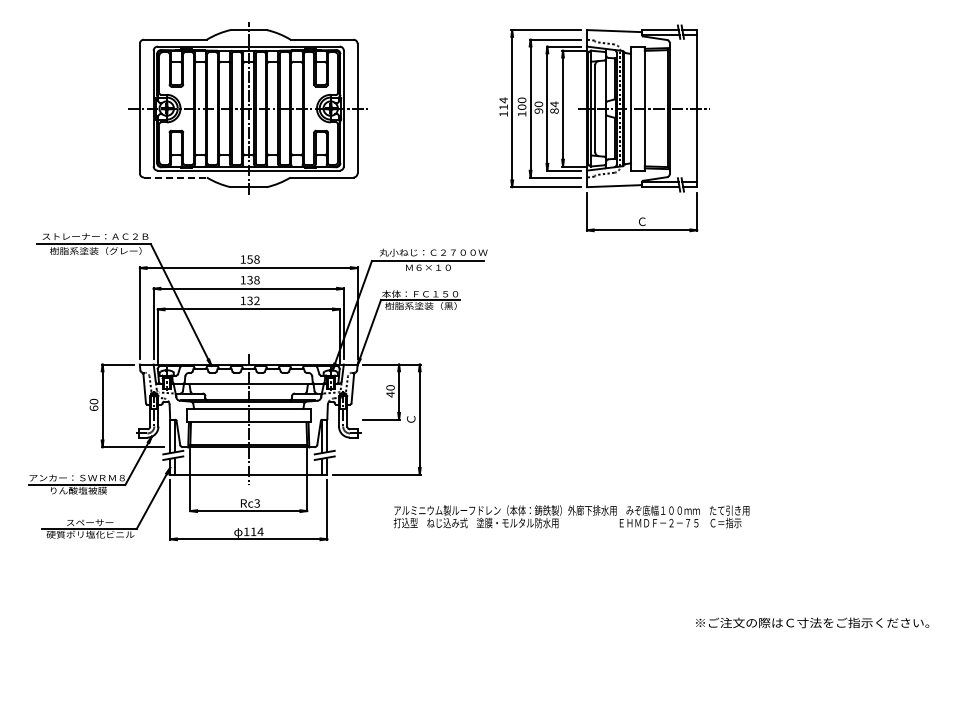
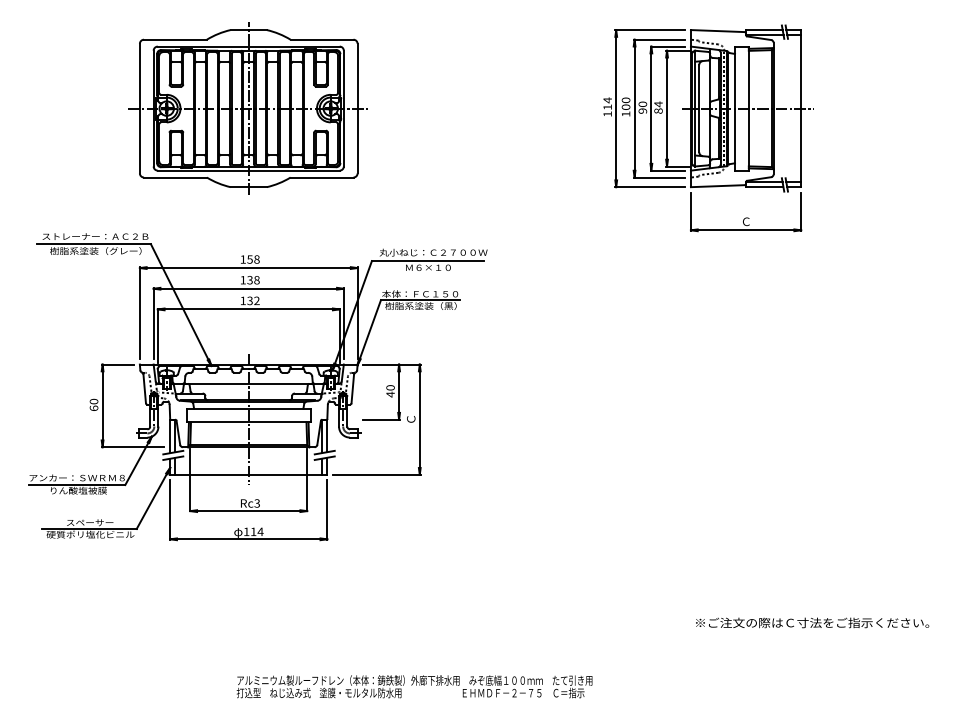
part at (604, 128) position: (604, 128) -> (708, 128)
line at (175, 177): dashed -> solid
text at (571, 516) position: (571, 516) -> (414, 686)
